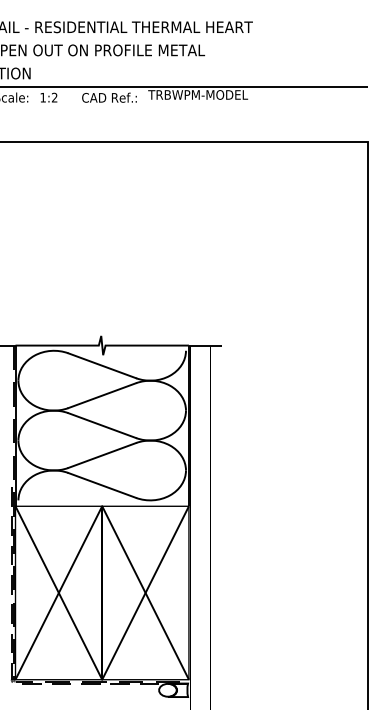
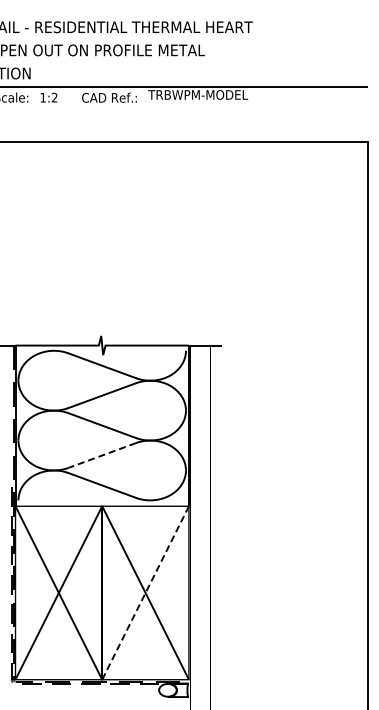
line at (101, 455): solid -> dashed
line at (145, 593): solid -> dashed
